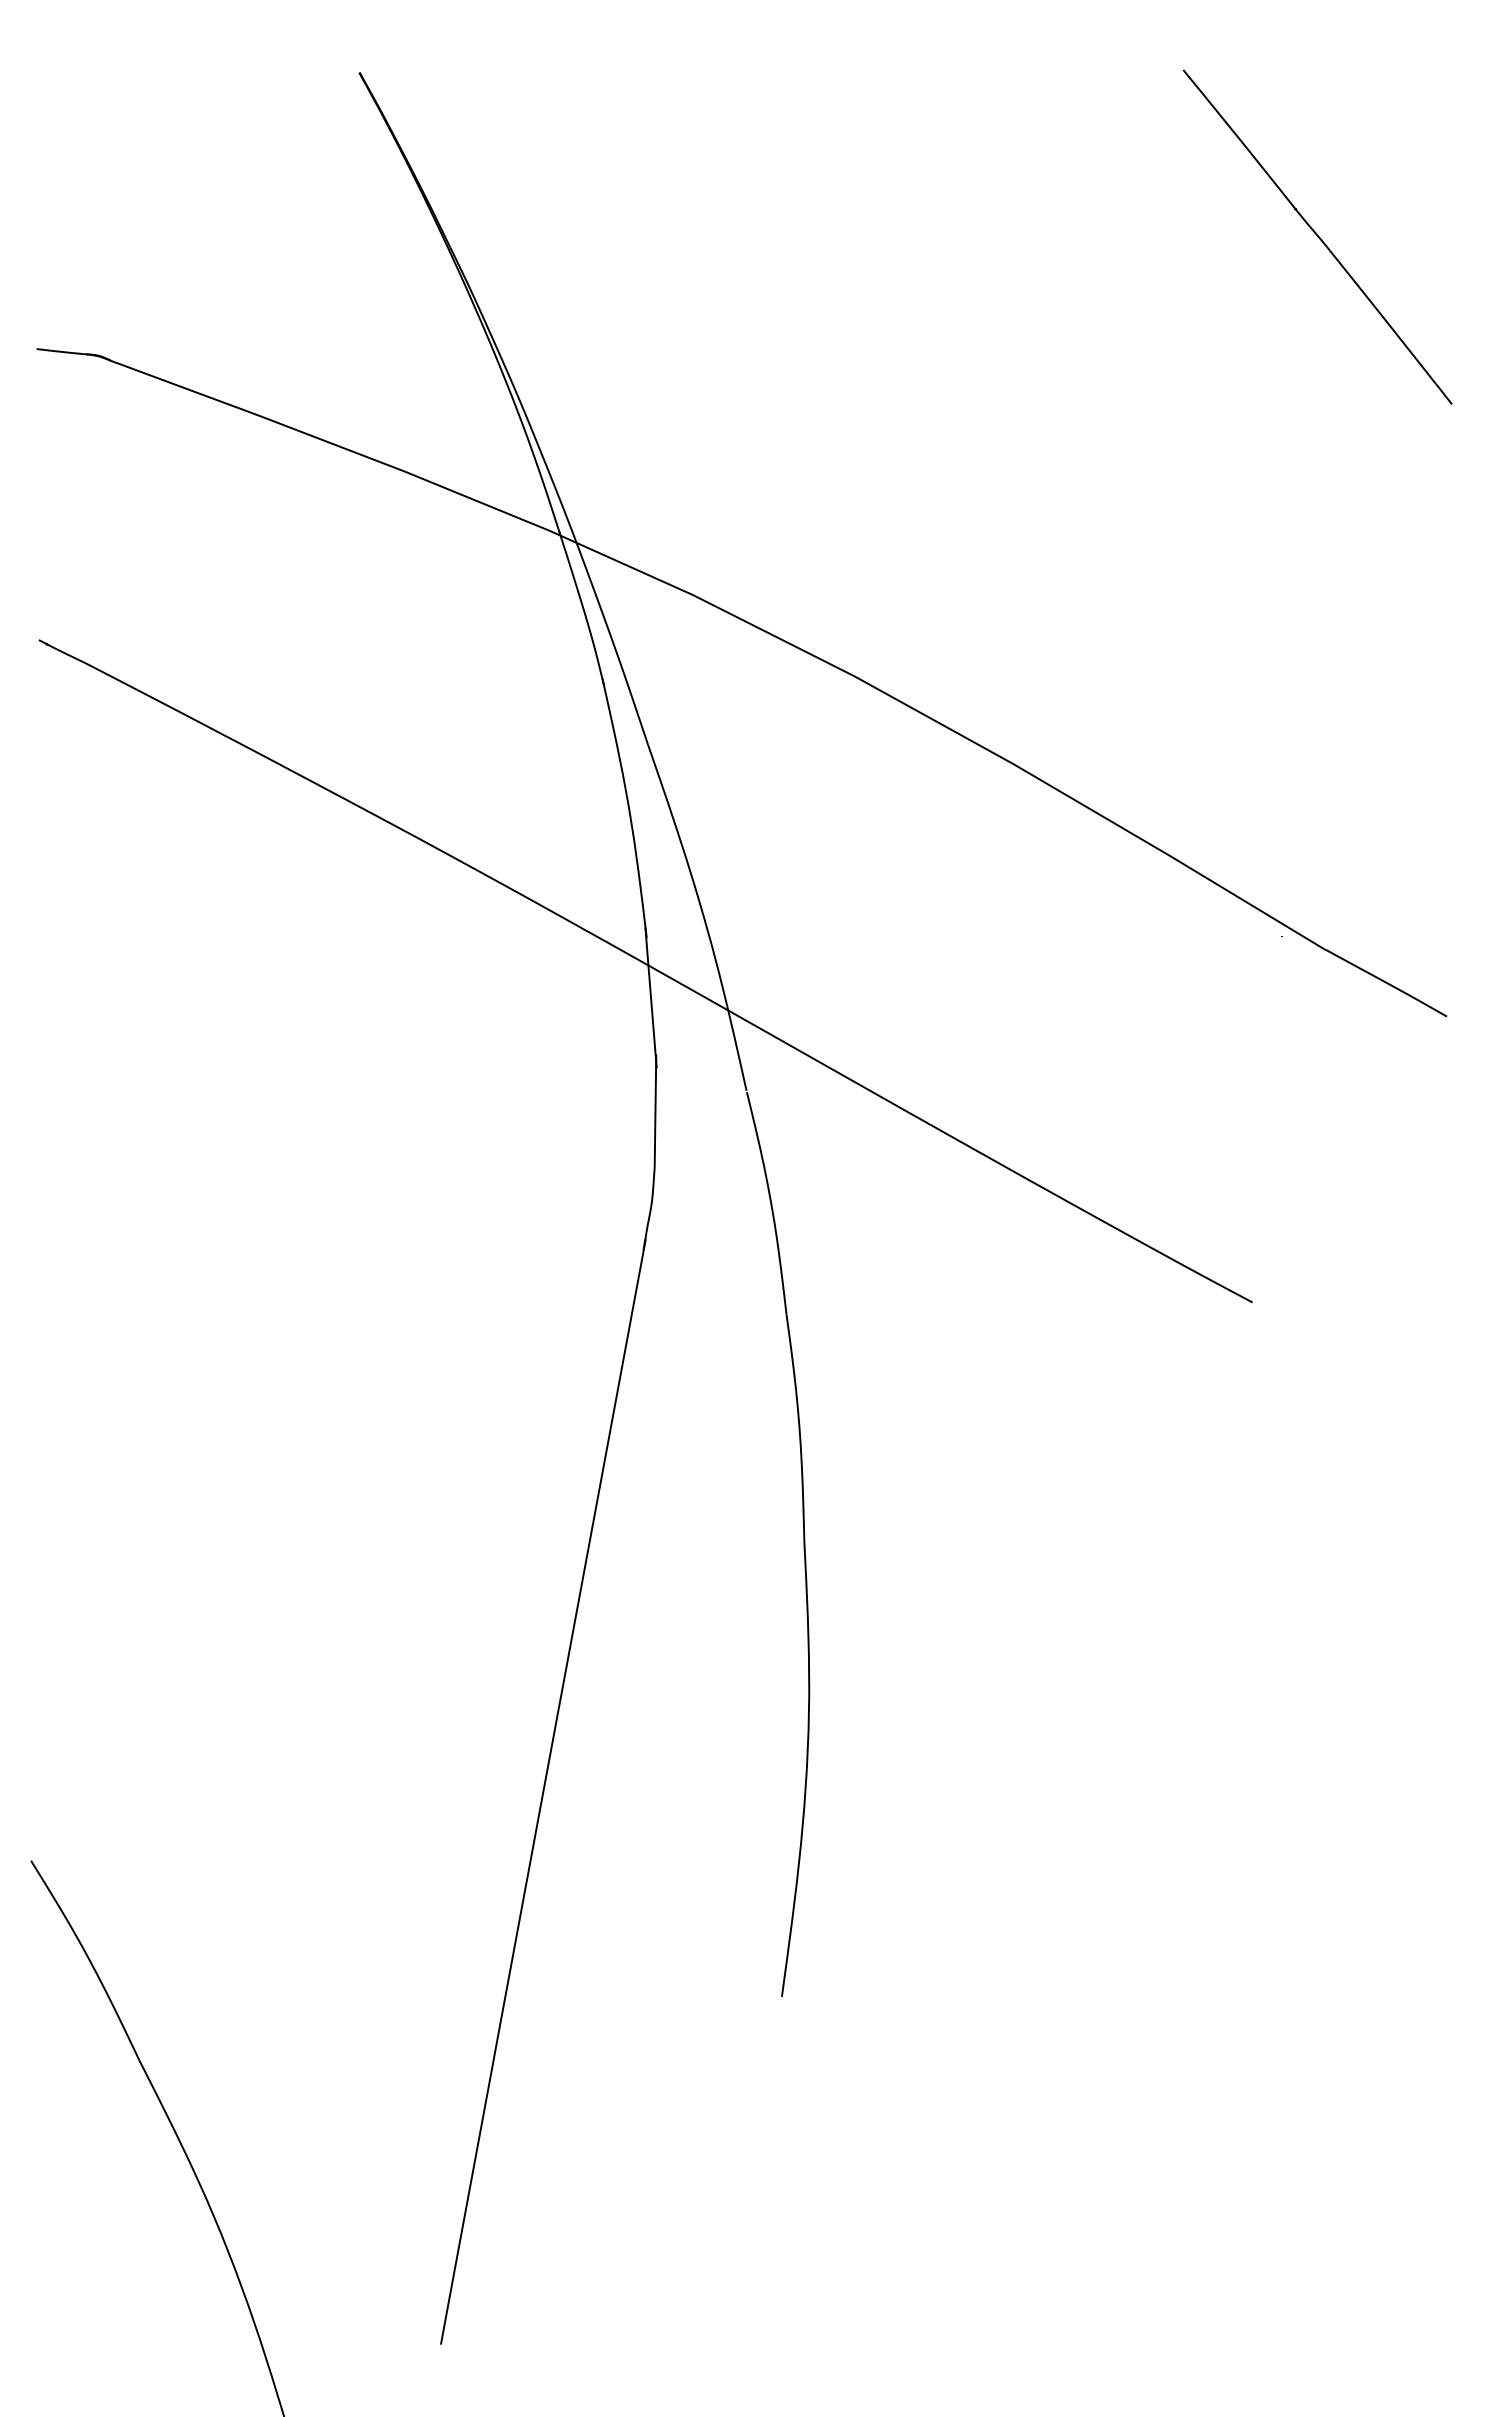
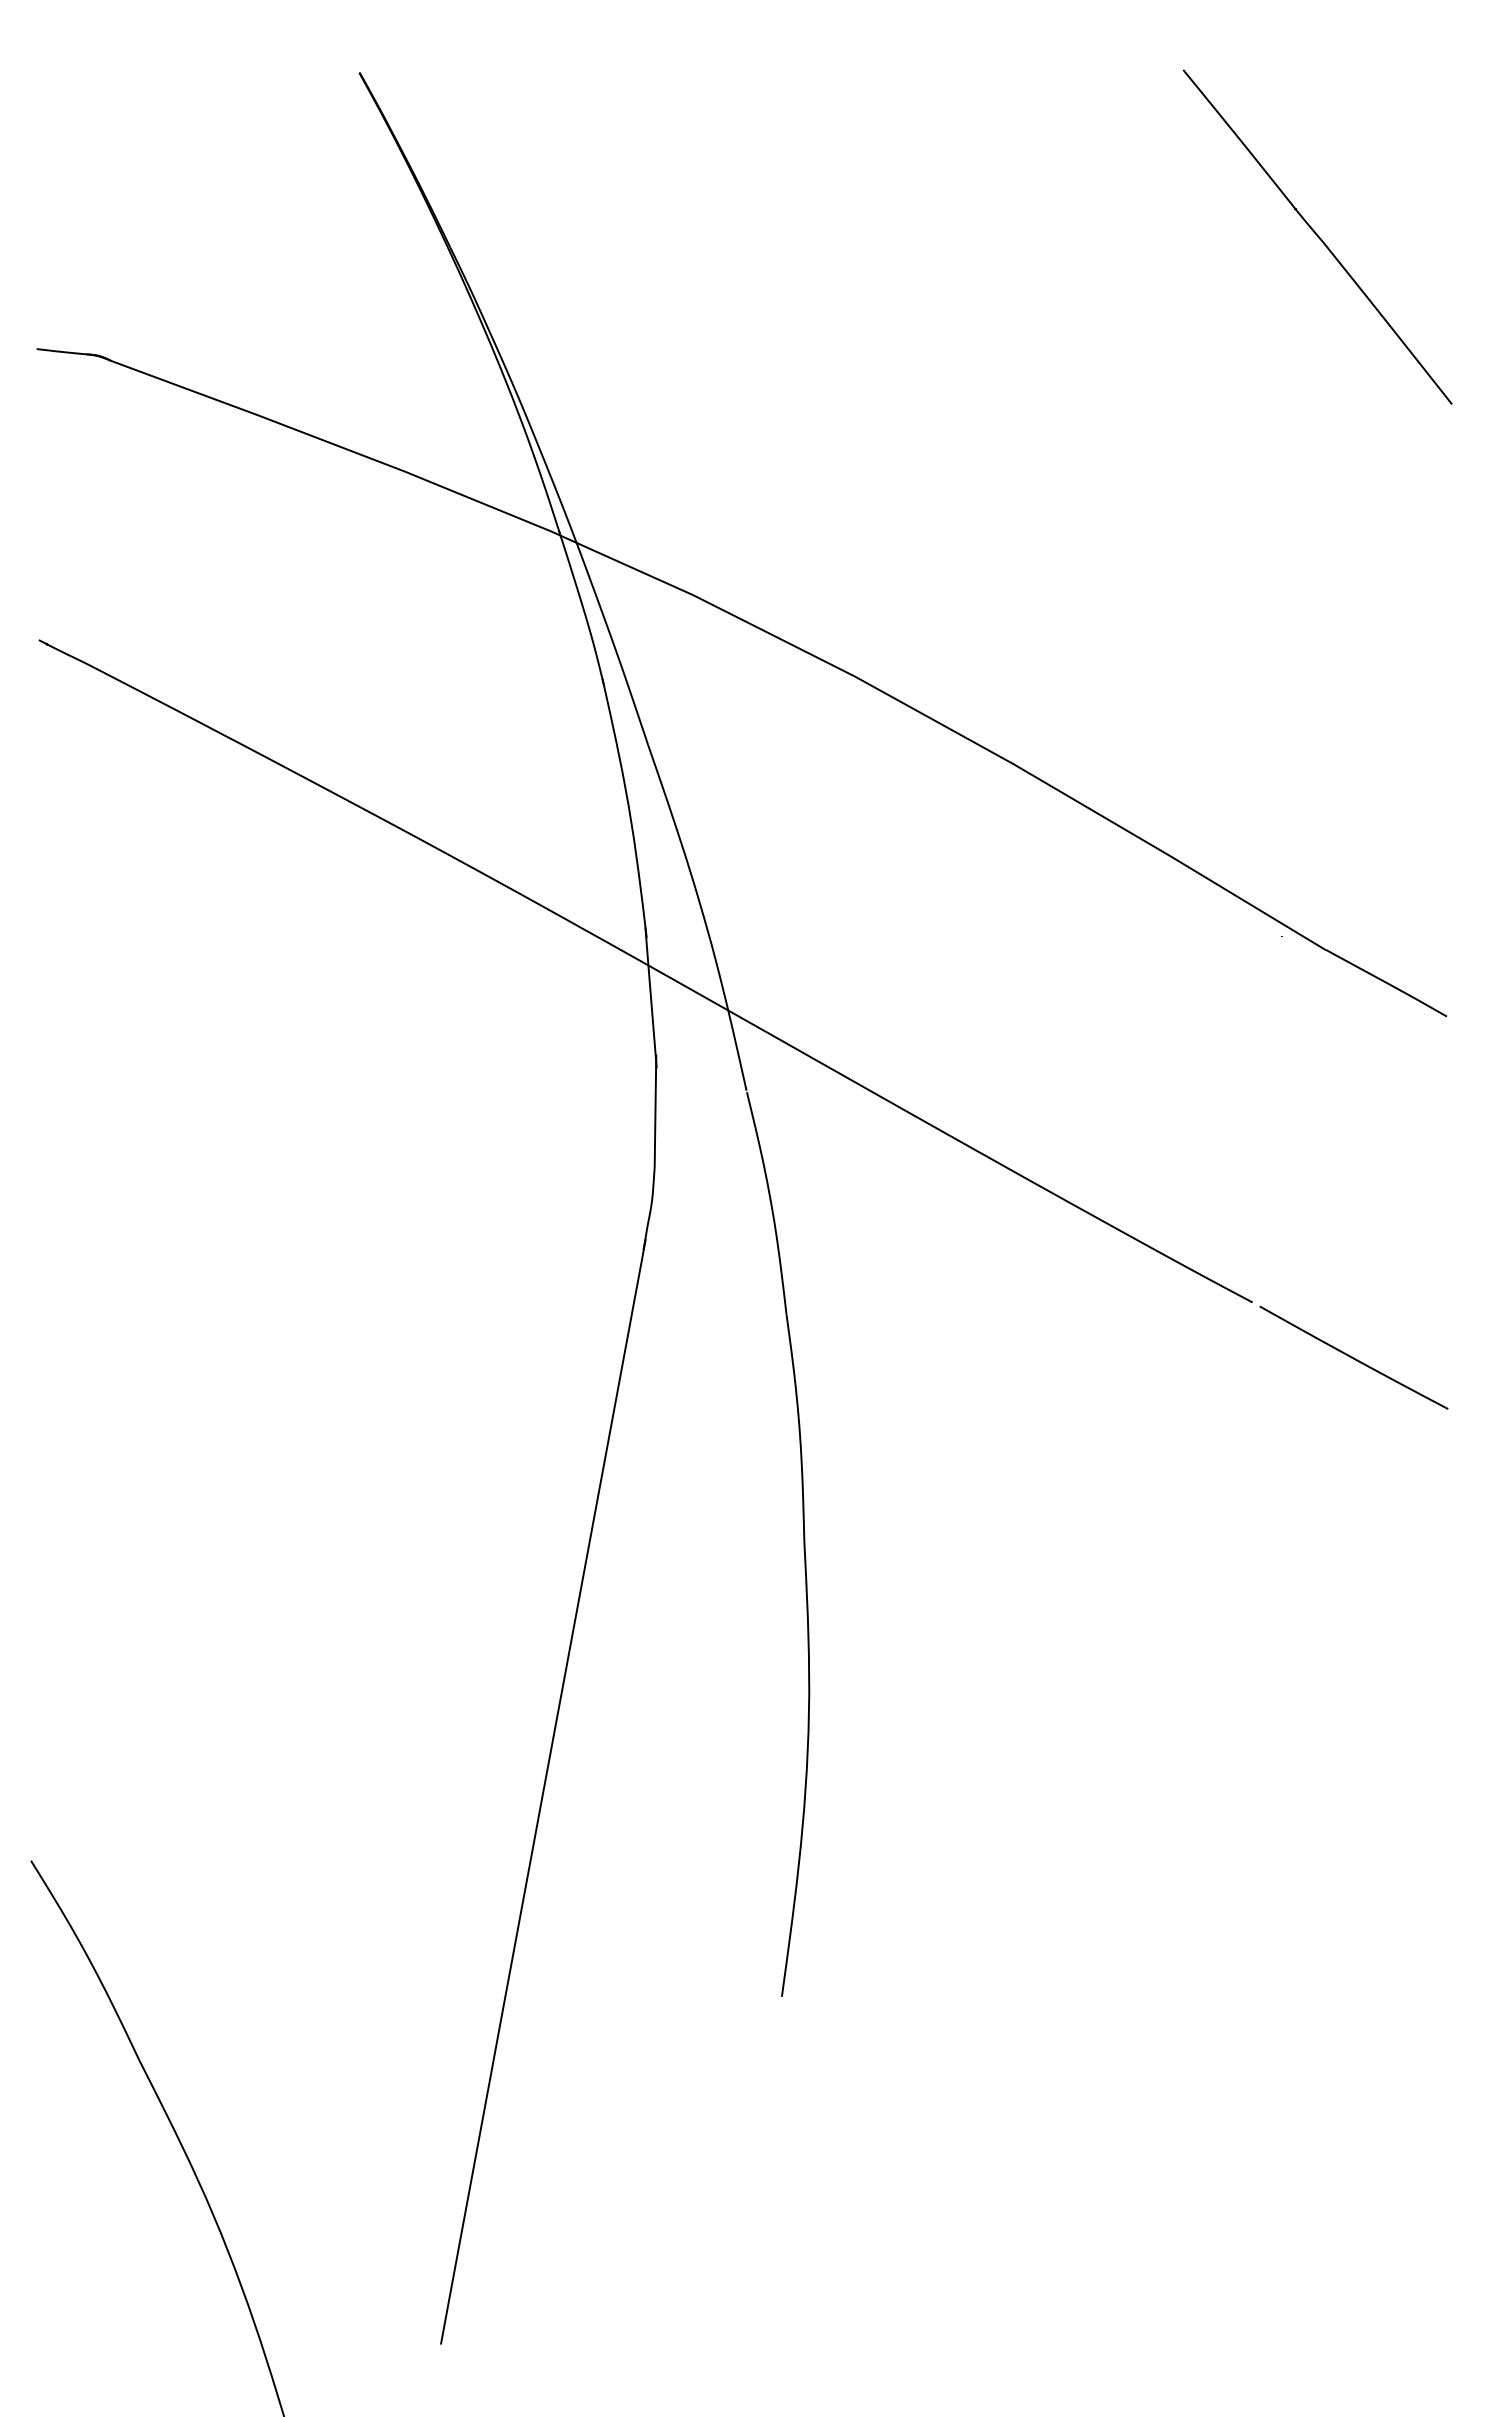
line at (1353, 1357): none -> present
